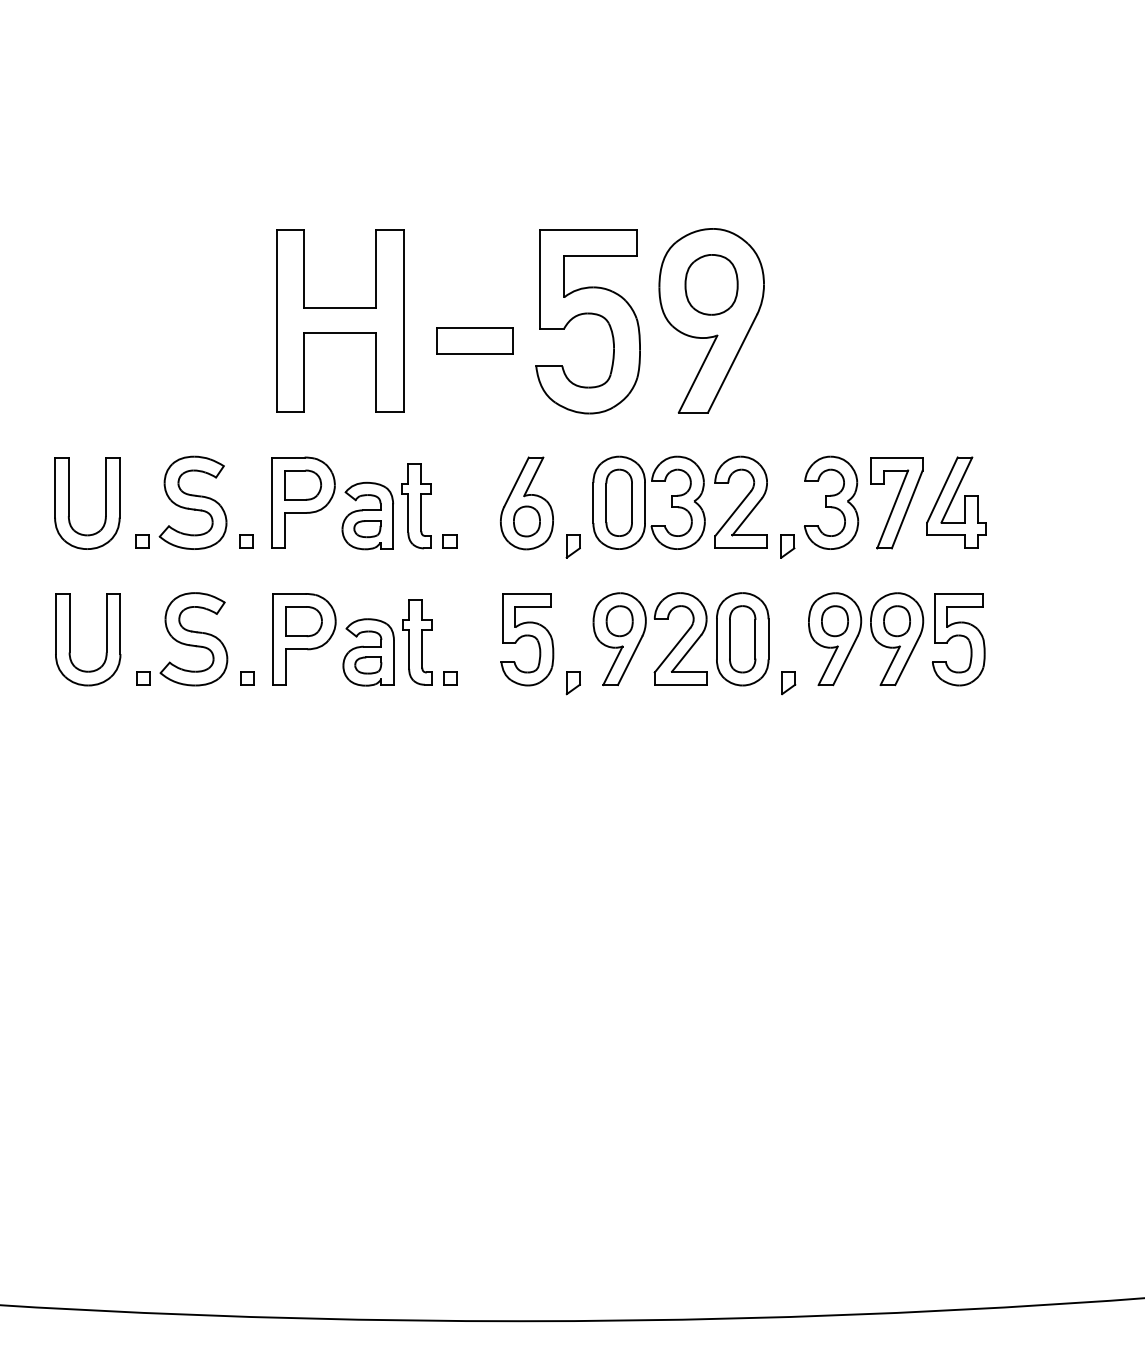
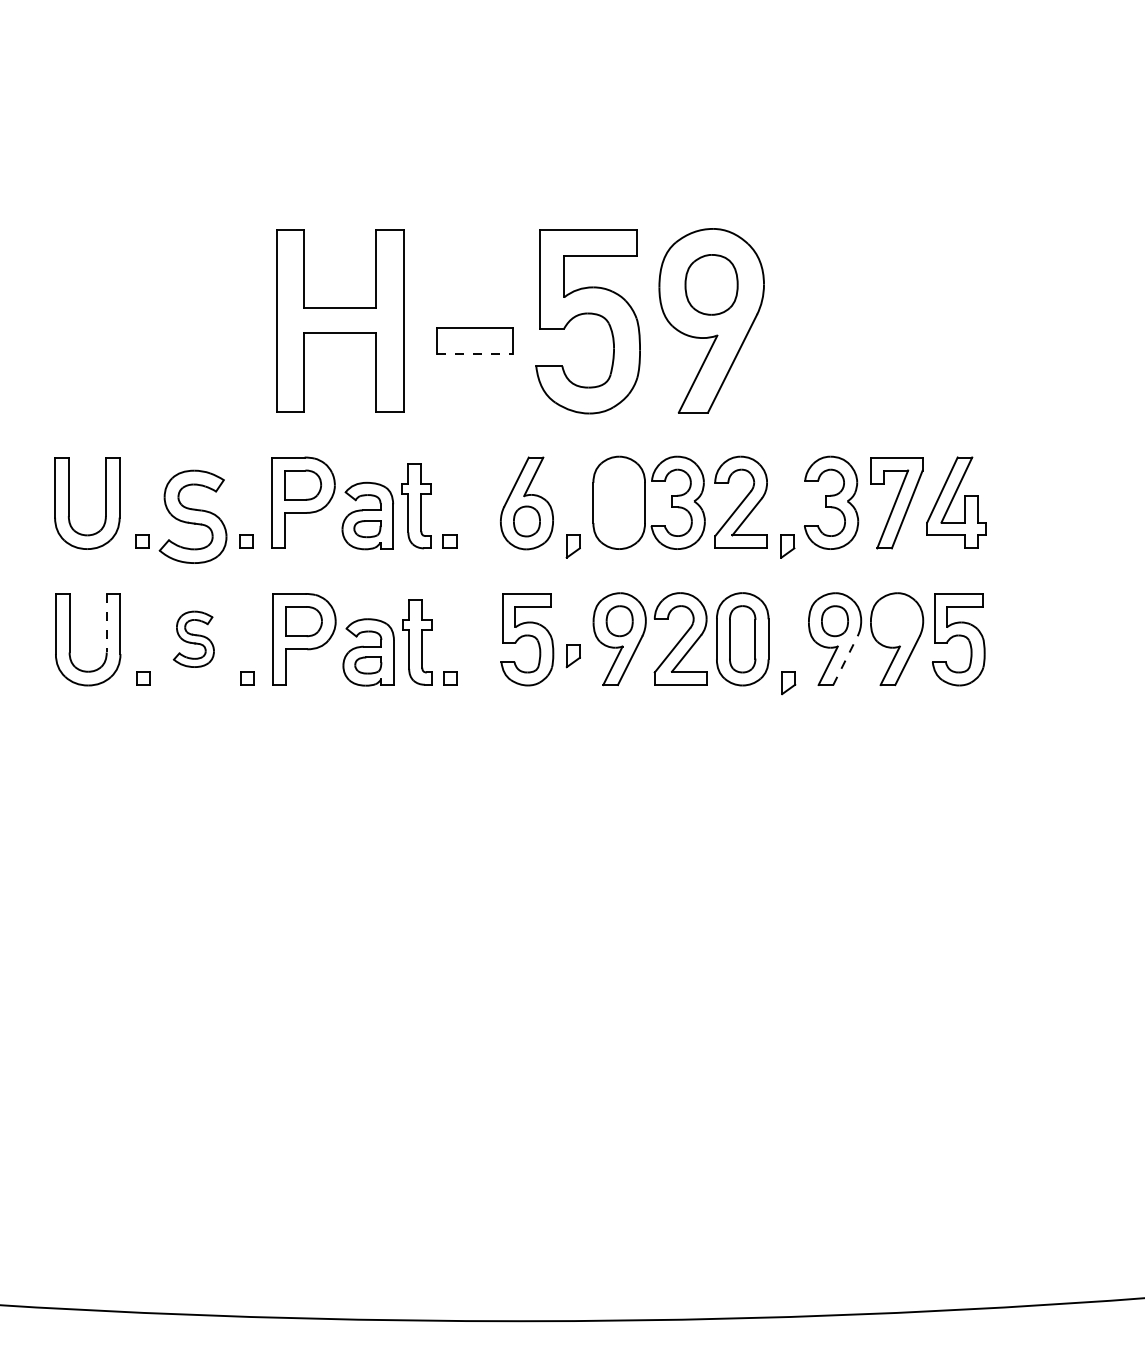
line at (475, 354): solid -> dashed
part at (192, 502) position: (192, 502) -> (192, 516)
part at (618, 502): present -> none
part at (896, 621): present -> none
line at (106, 623): solid -> dashed
part at (193, 639) size: 70x95 px -> 43x58 px
line at (845, 660): solid -> dashed
part at (572, 683) position: (572, 683) -> (572, 656)
